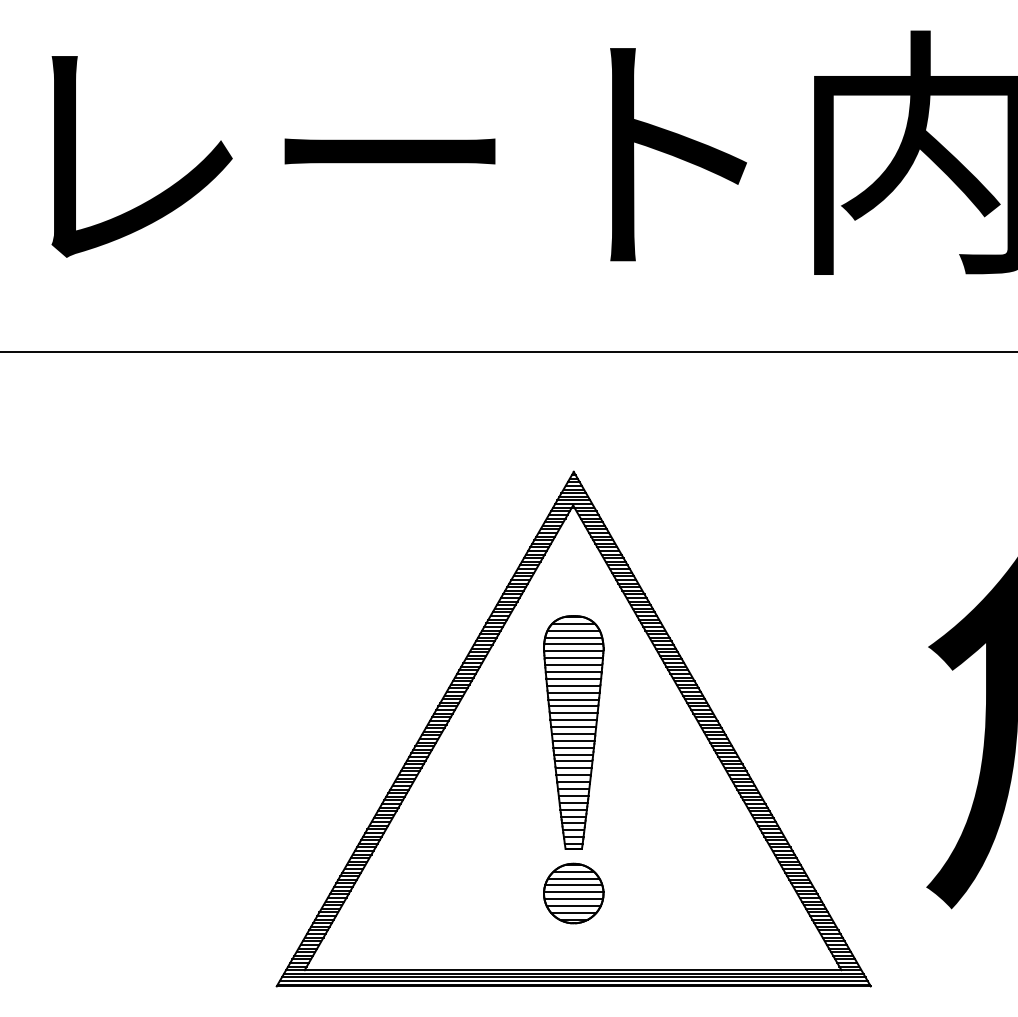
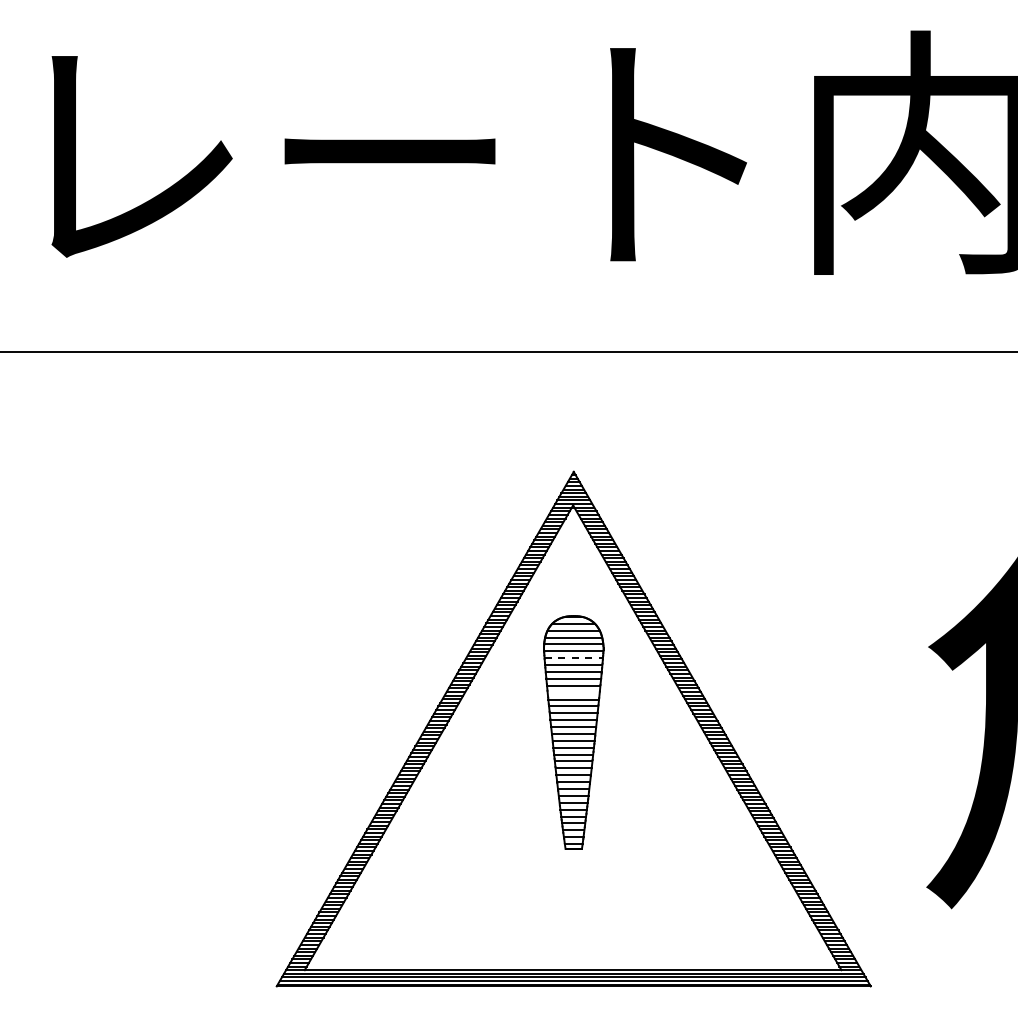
line at (574, 658): solid -> dashed
line at (573, 692): present -> none
part at (573, 893): present -> none
